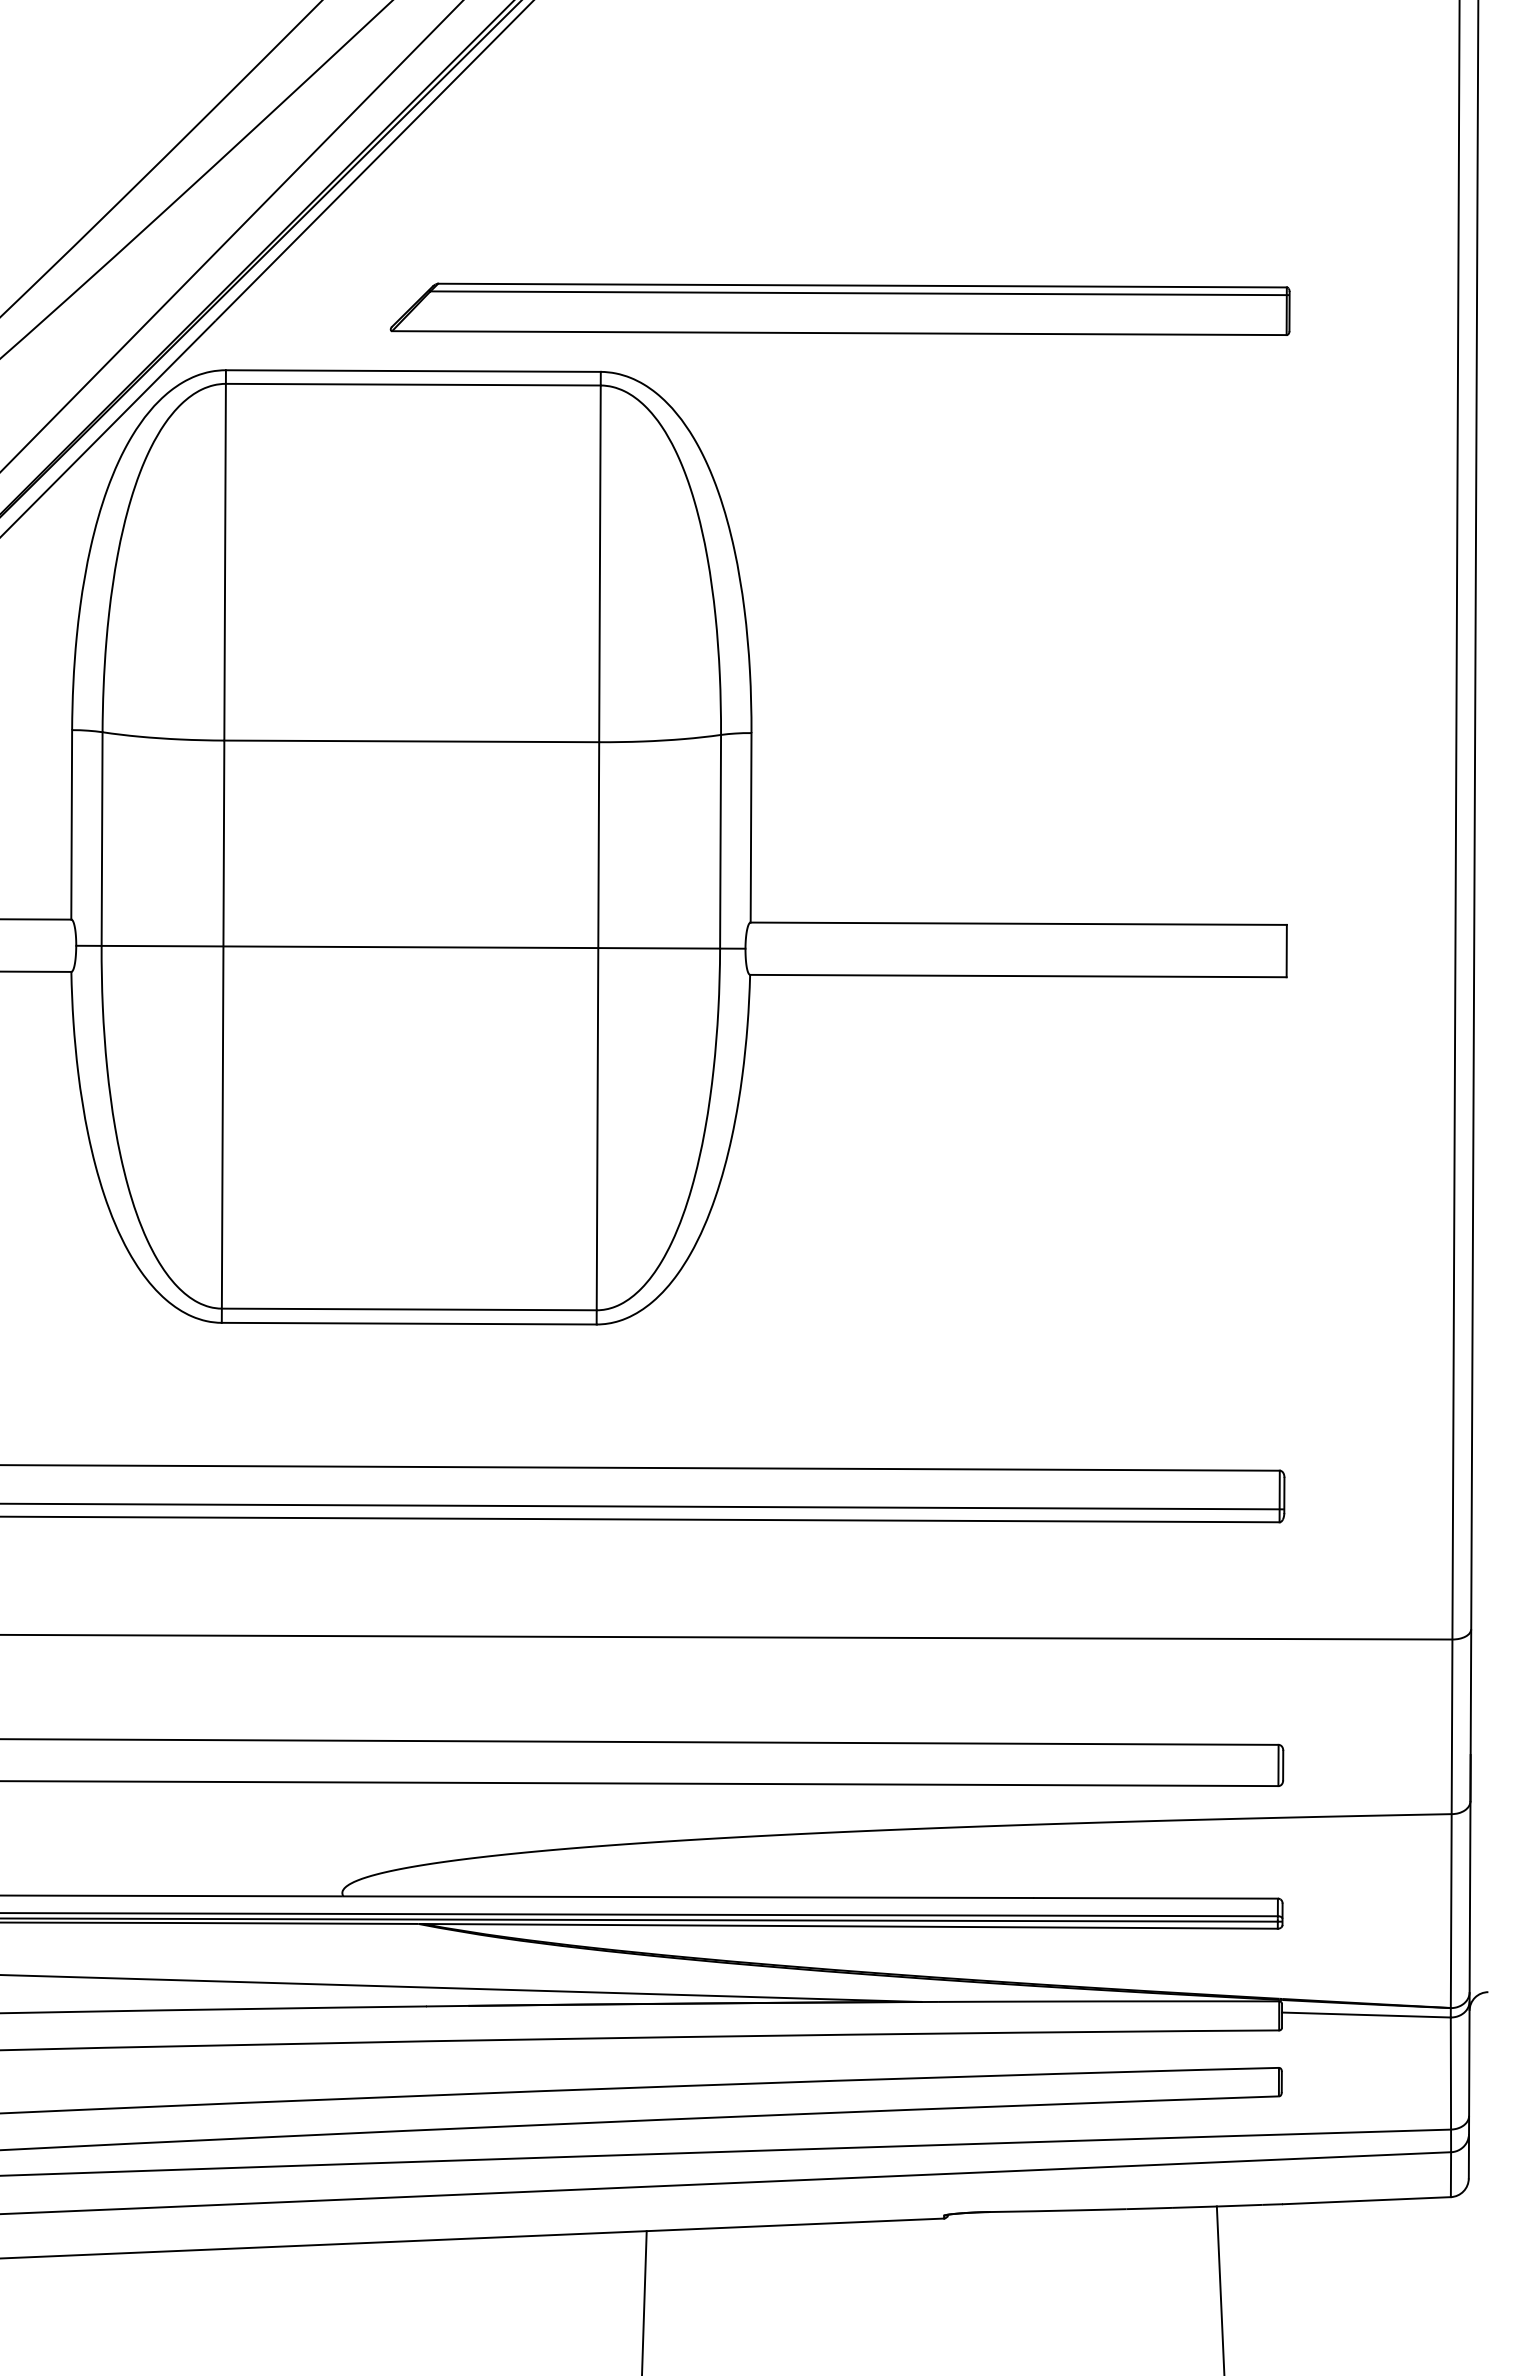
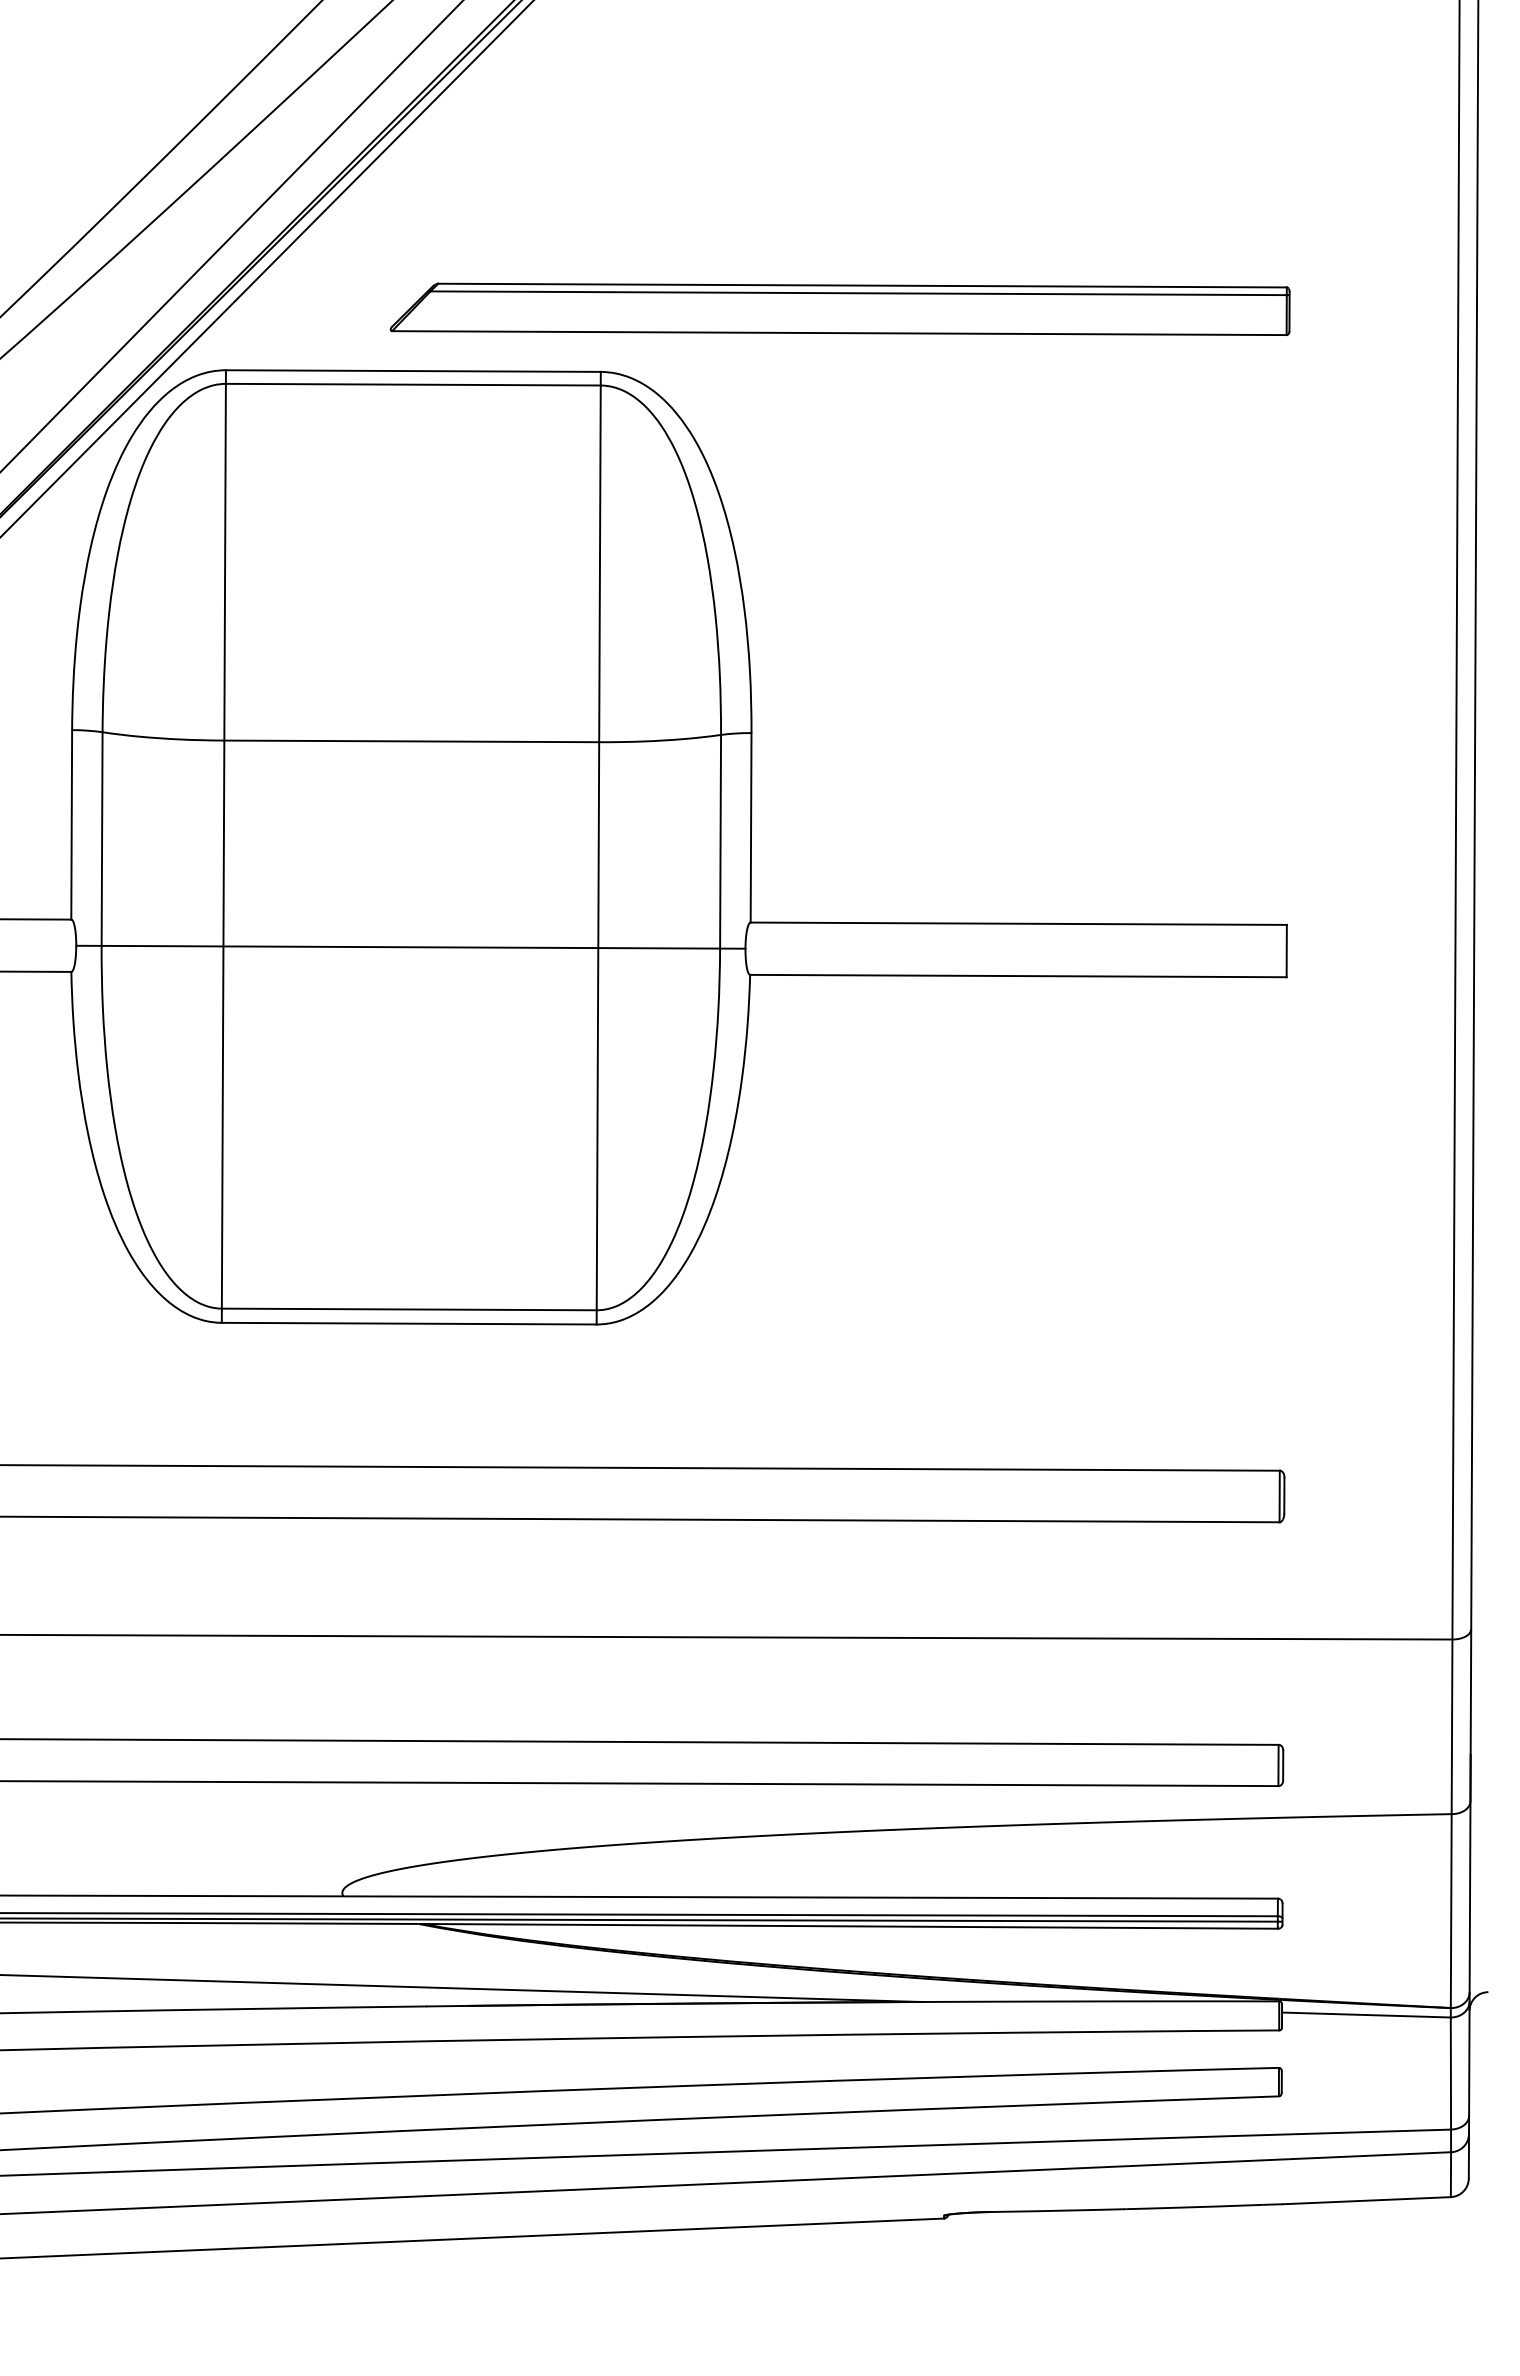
line at (642, 1506): present -> none
line at (1220, 2289): present -> none
line at (644, 2301): present -> none
